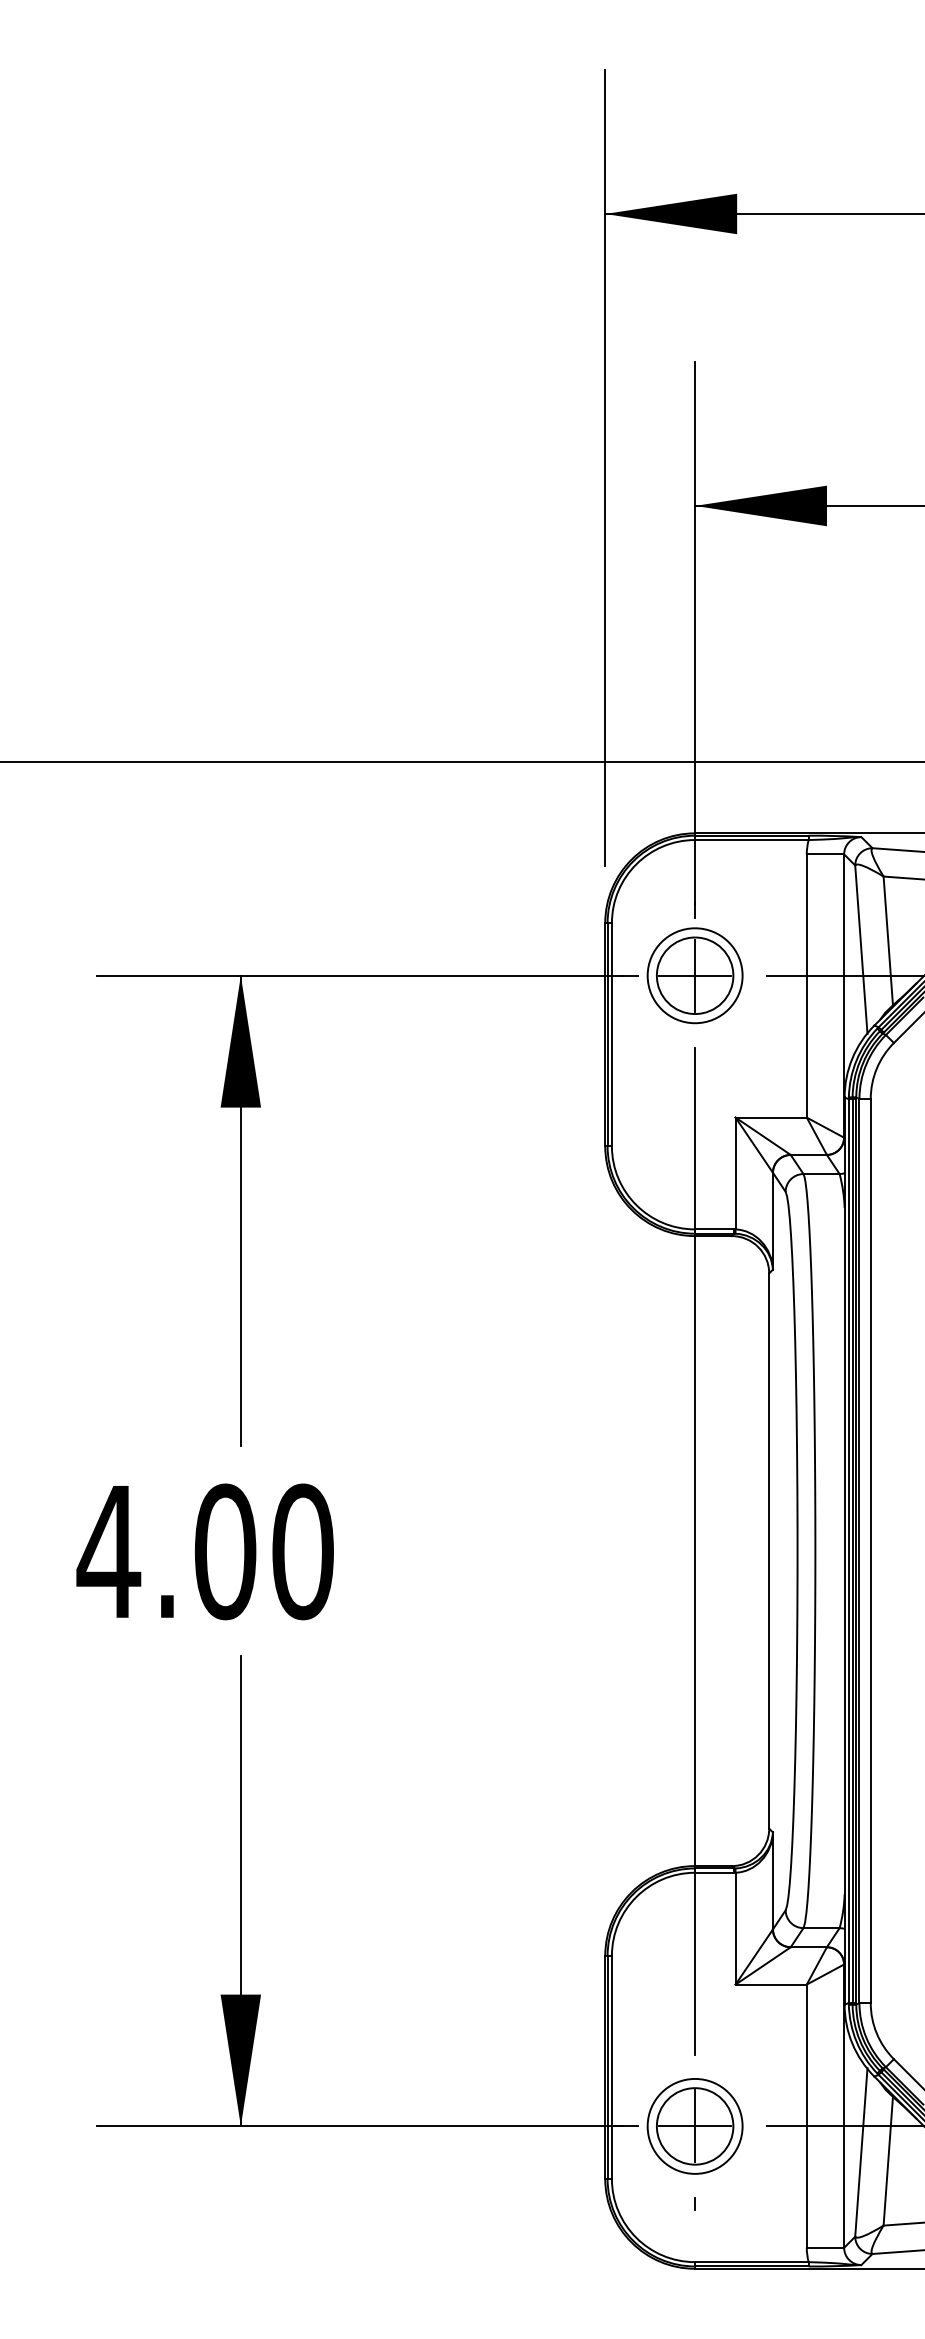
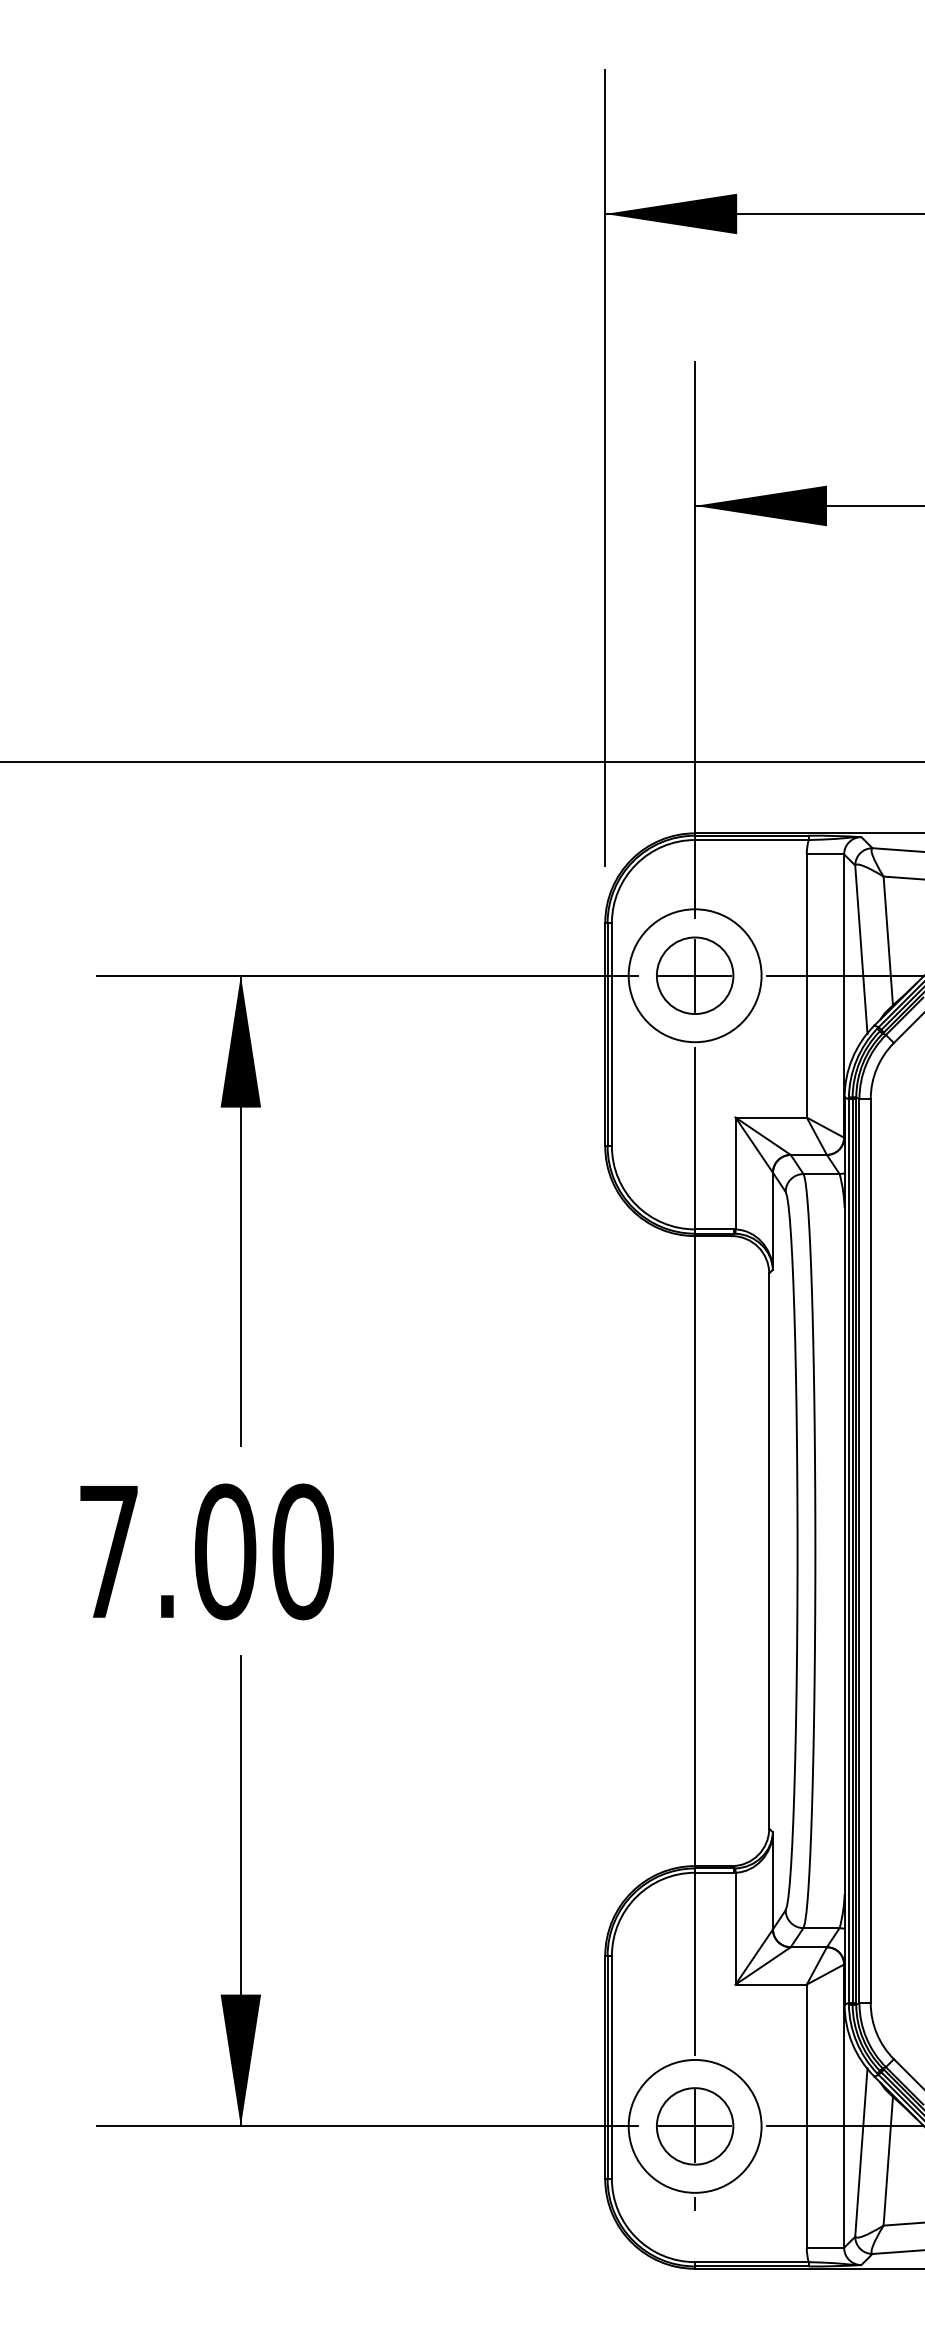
circle at (694, 975) diameter: 95 px -> 133 px
text at (108, 1551): 4.00 -> 7.00
circle at (694, 2125) diameter: 95 px -> 133 px
